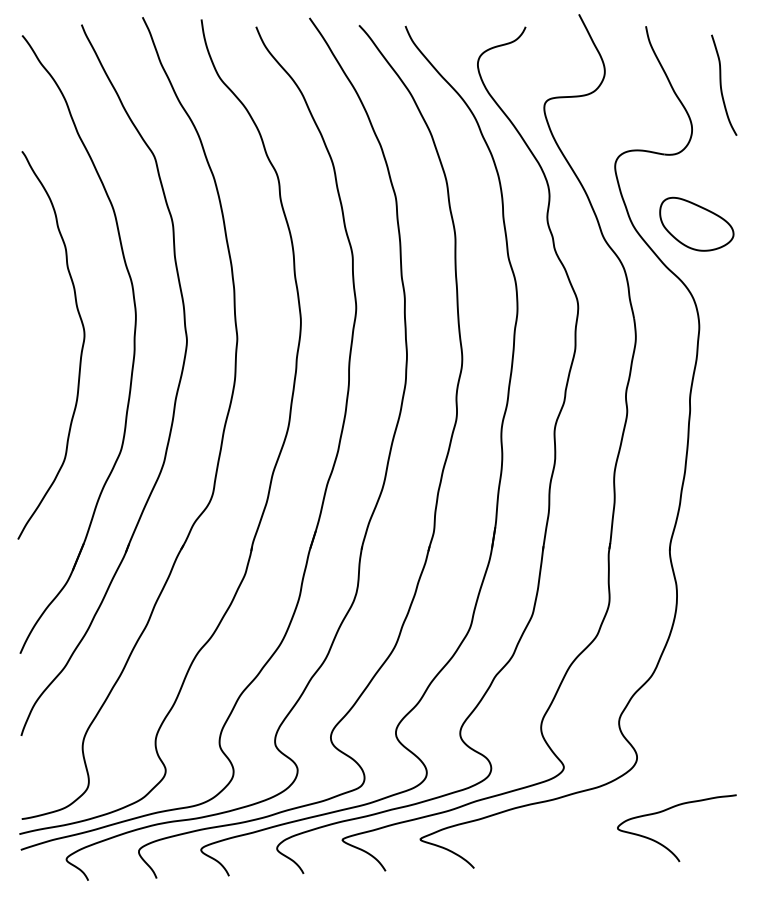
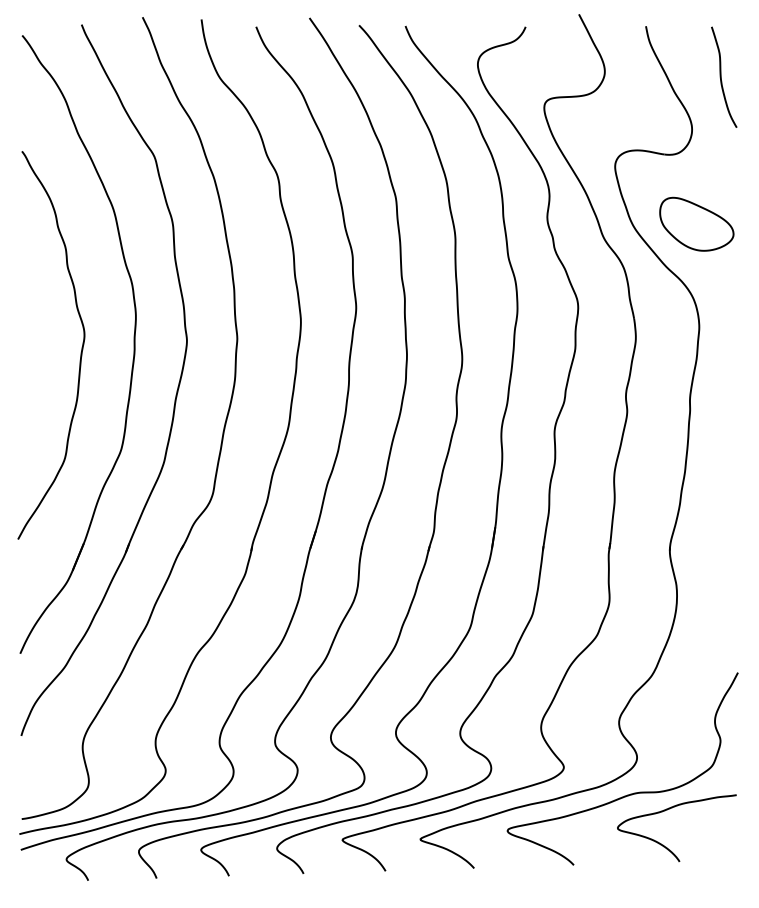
curve at (721, 84) position: (721, 84) -> (721, 76)
curve at (630, 793): none -> present
